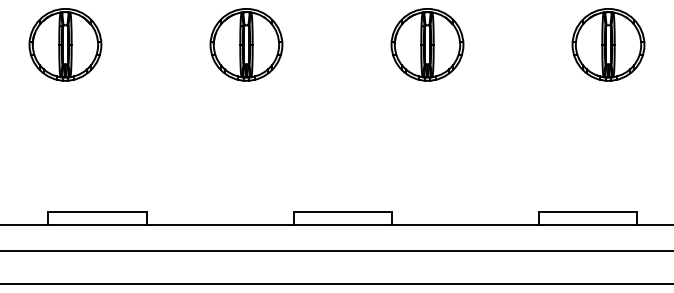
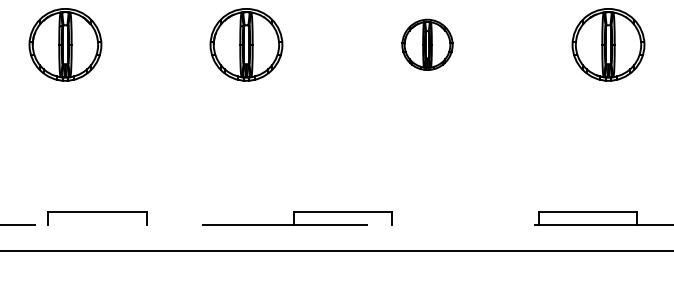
part at (427, 44) size: 75x74 px -> 53x53 px
line at (337, 225): solid -> dashed
line at (336, 284): present -> none
